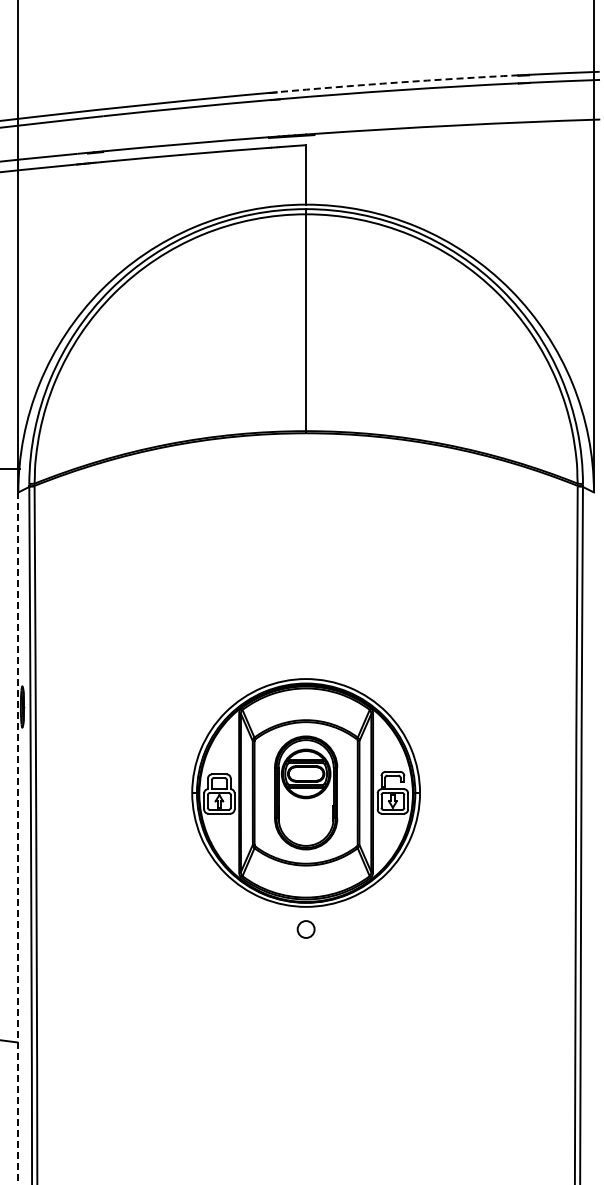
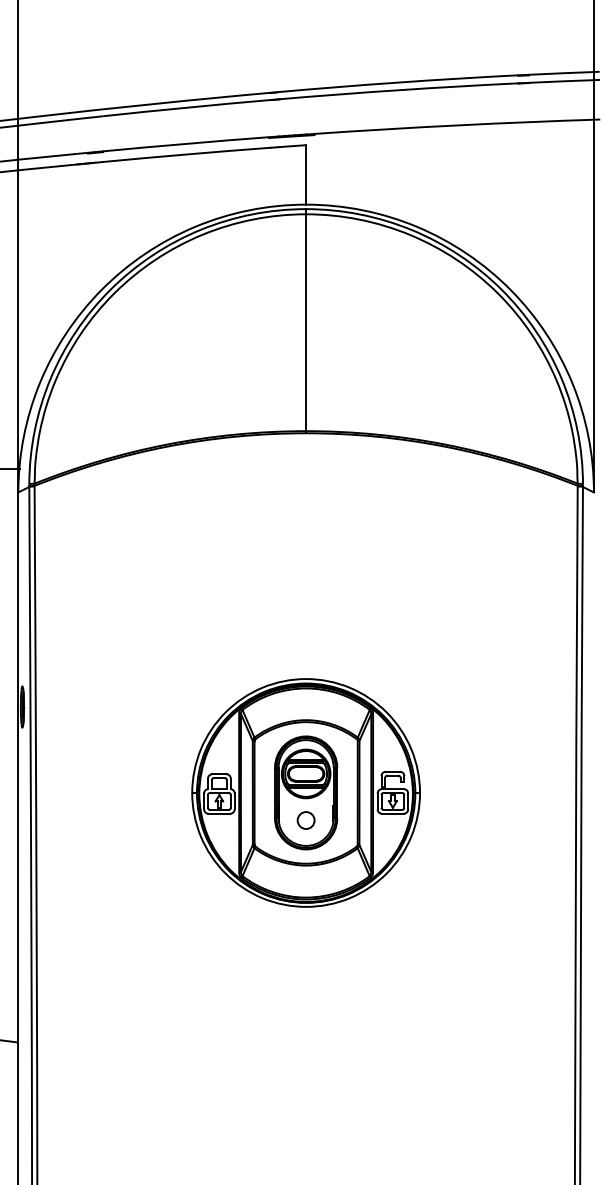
arc at (397, 82): dashed -> solid
line at (18, 838): dashed -> solid
circle at (305, 929) position: (305, 929) -> (305, 820)
